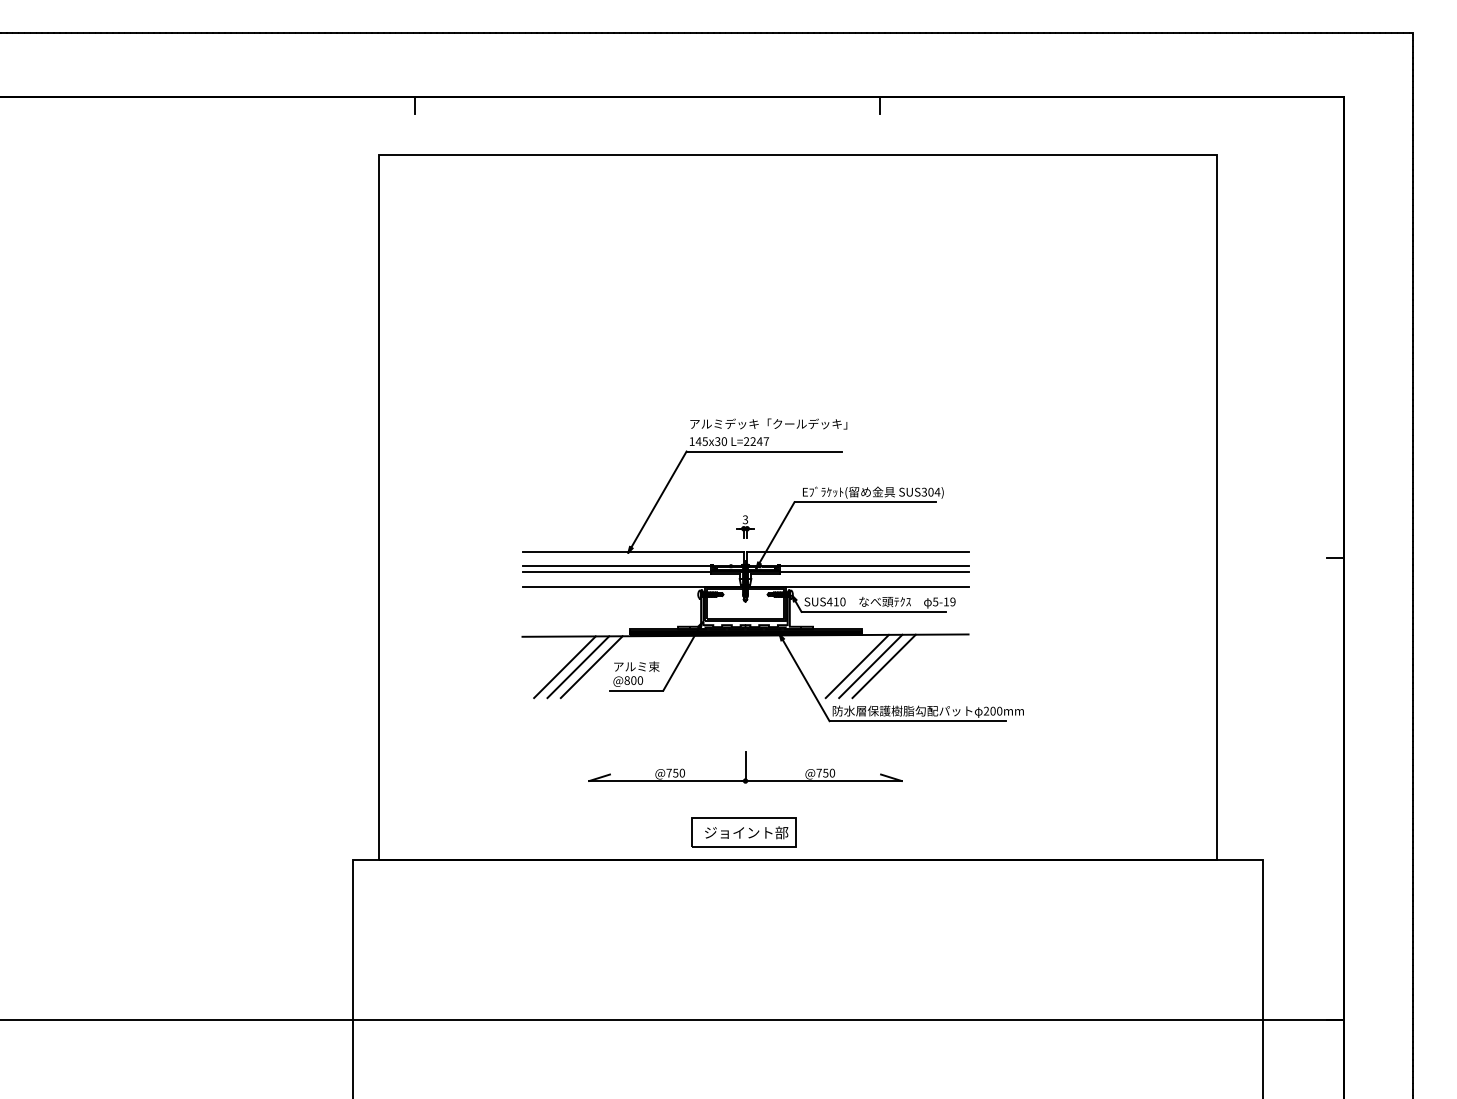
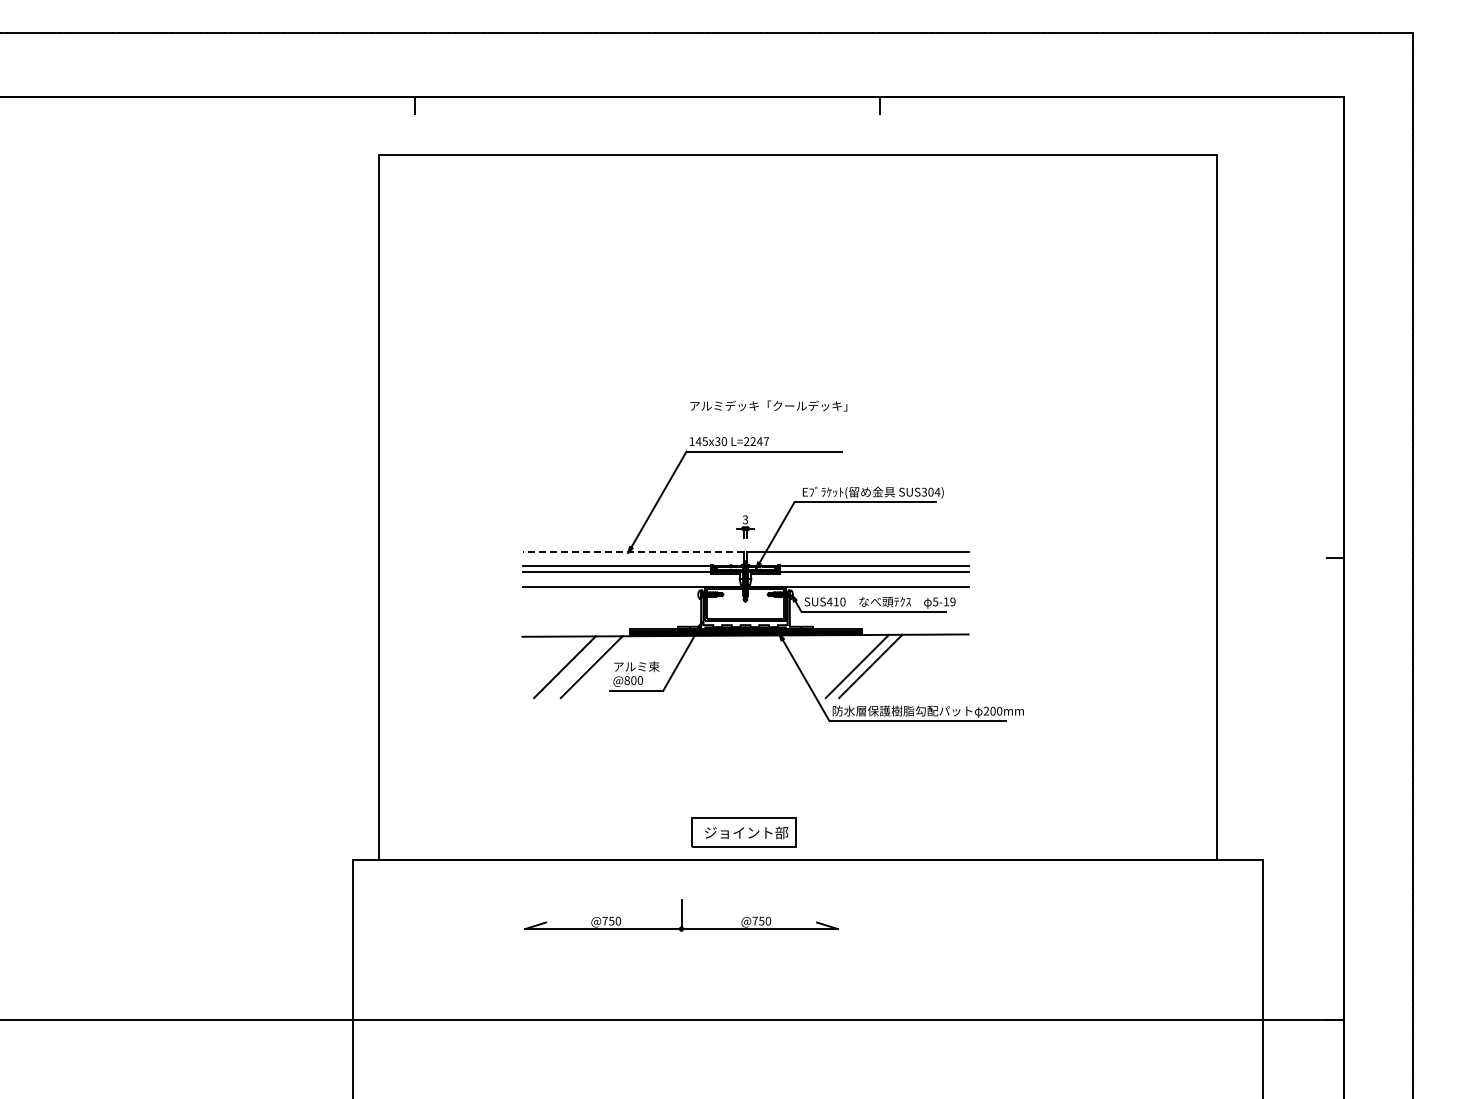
text at (768, 423) position: (768, 423) -> (768, 405)
line at (633, 551): solid -> dashed
line at (883, 666): present -> none
line at (578, 667): present -> none
part at (745, 767) position: (745, 767) -> (681, 915)
